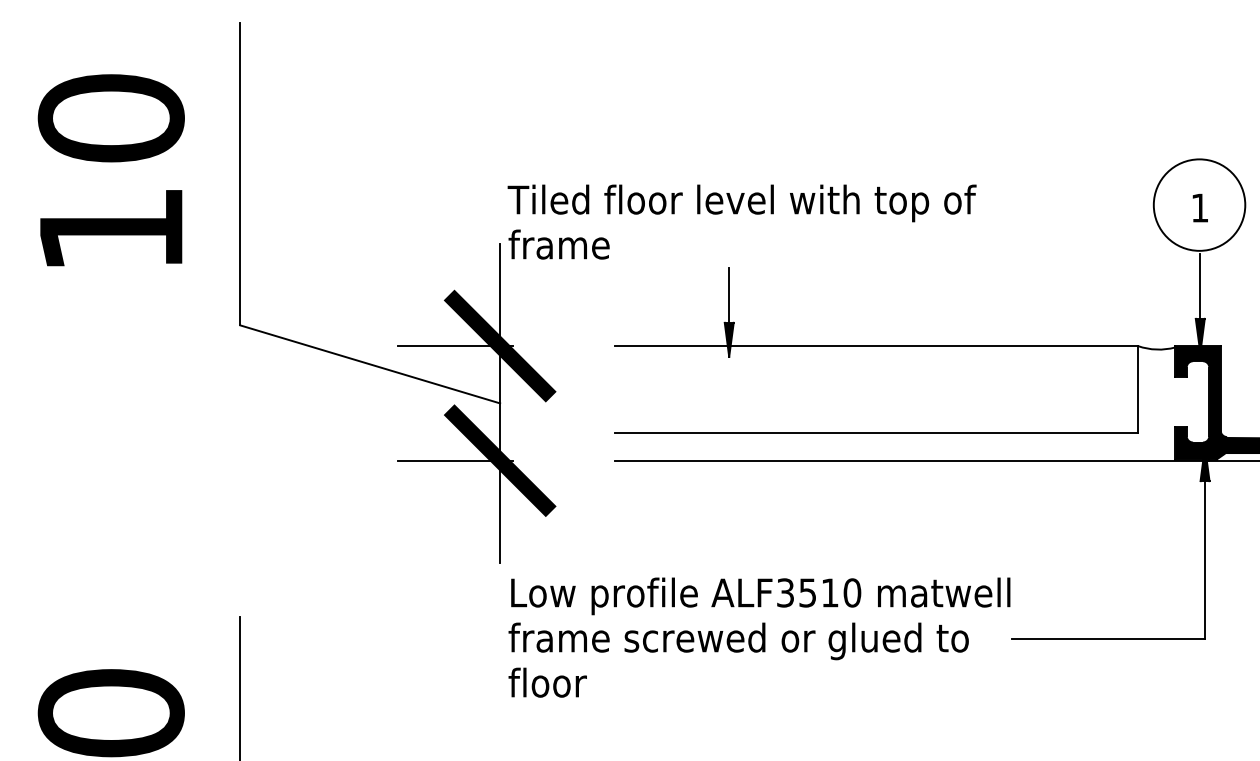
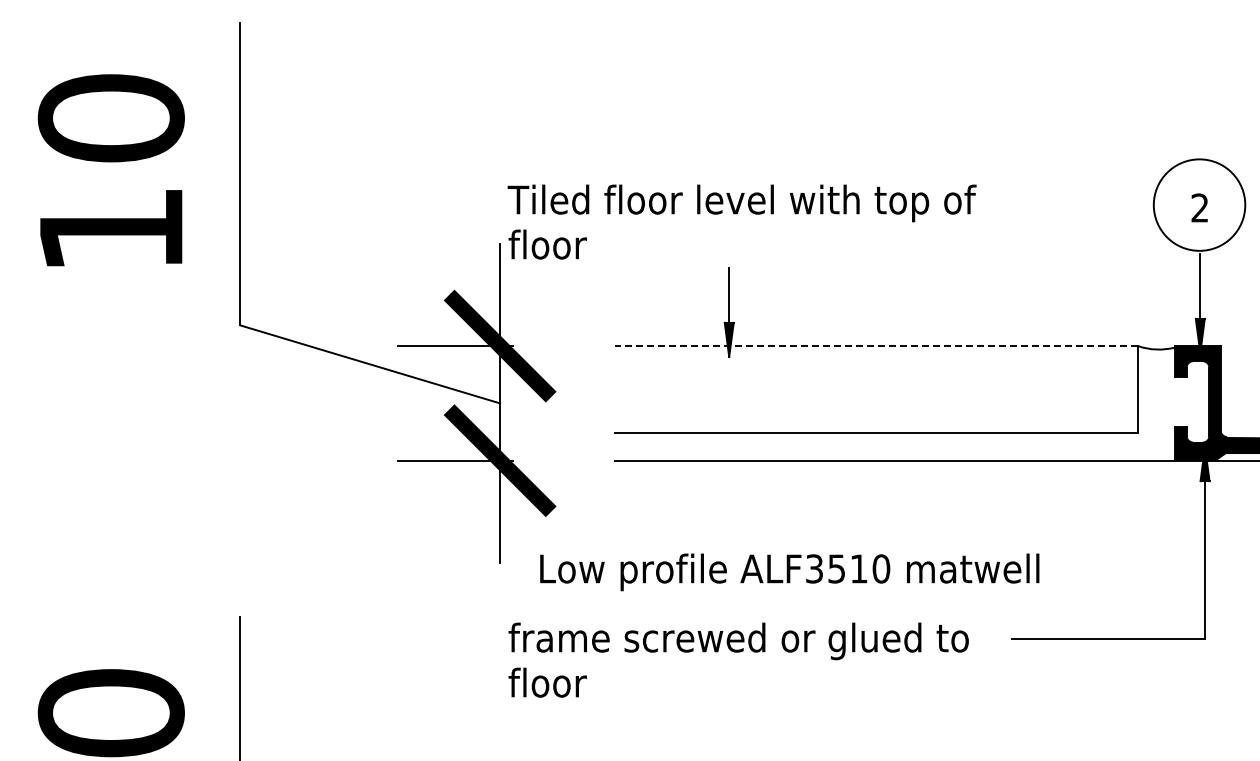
text at (1199, 207): 1 -> 2
text at (566, 244): frame -> floor
line at (876, 346): solid -> dashed
text at (760, 596) position: (760, 596) -> (789, 572)
